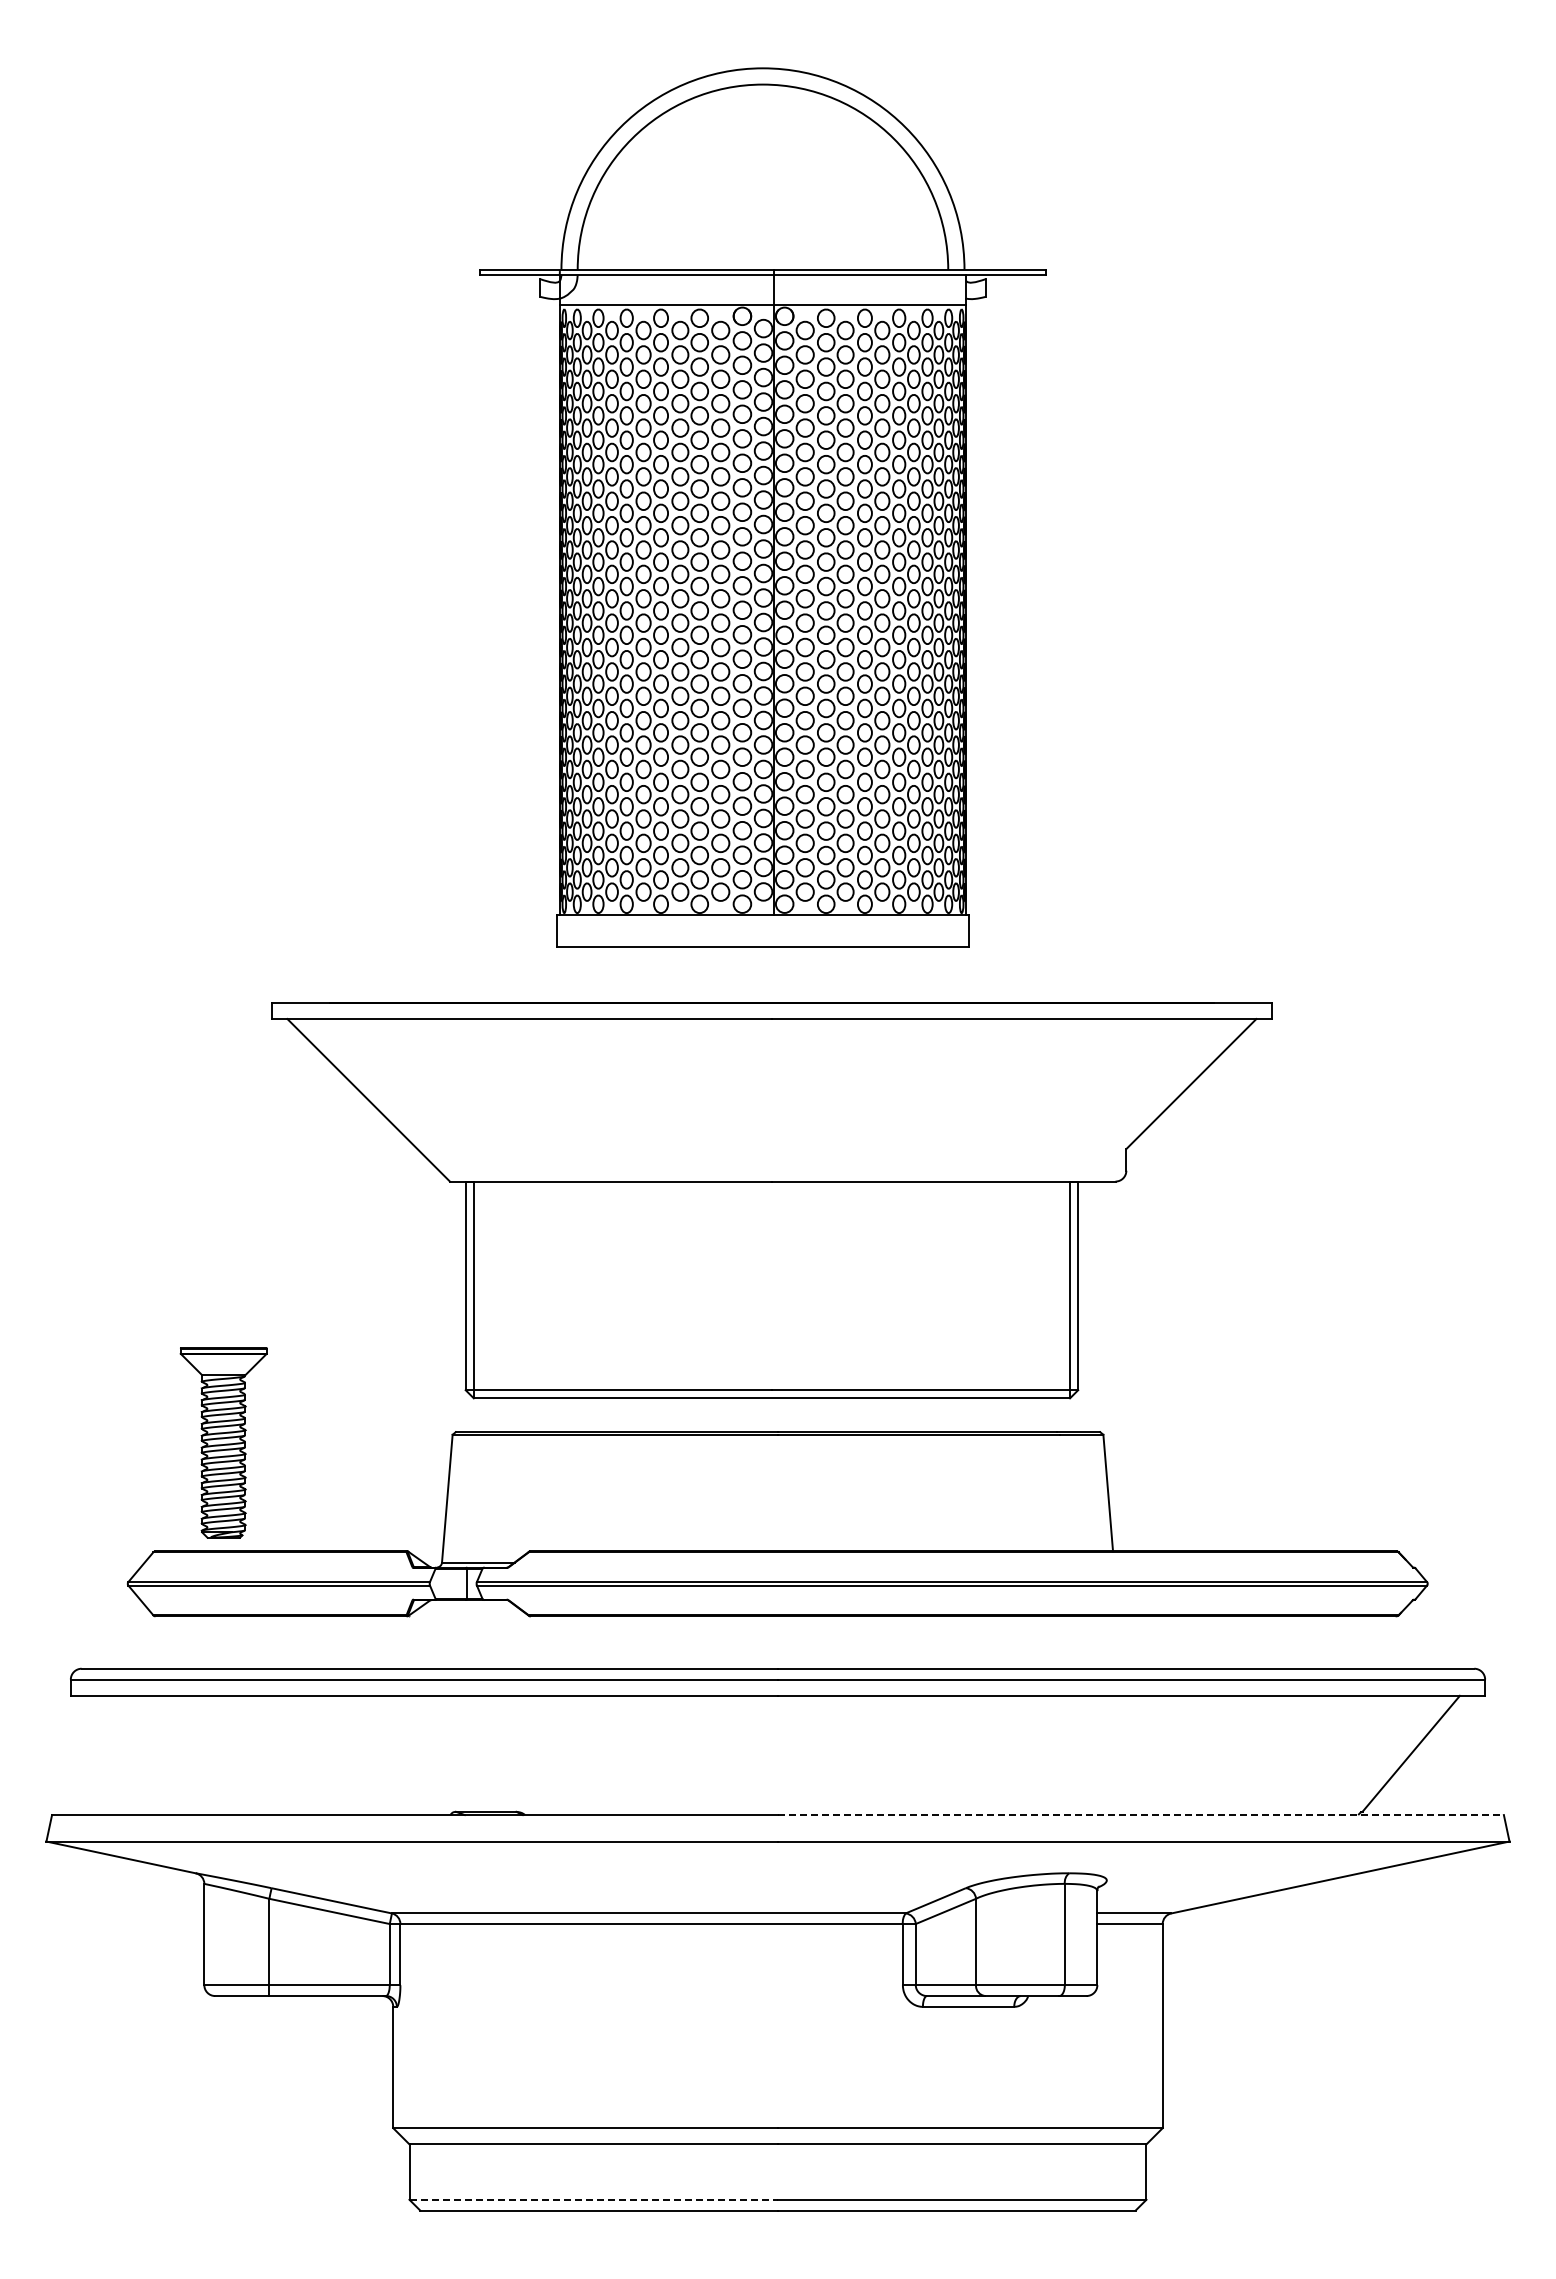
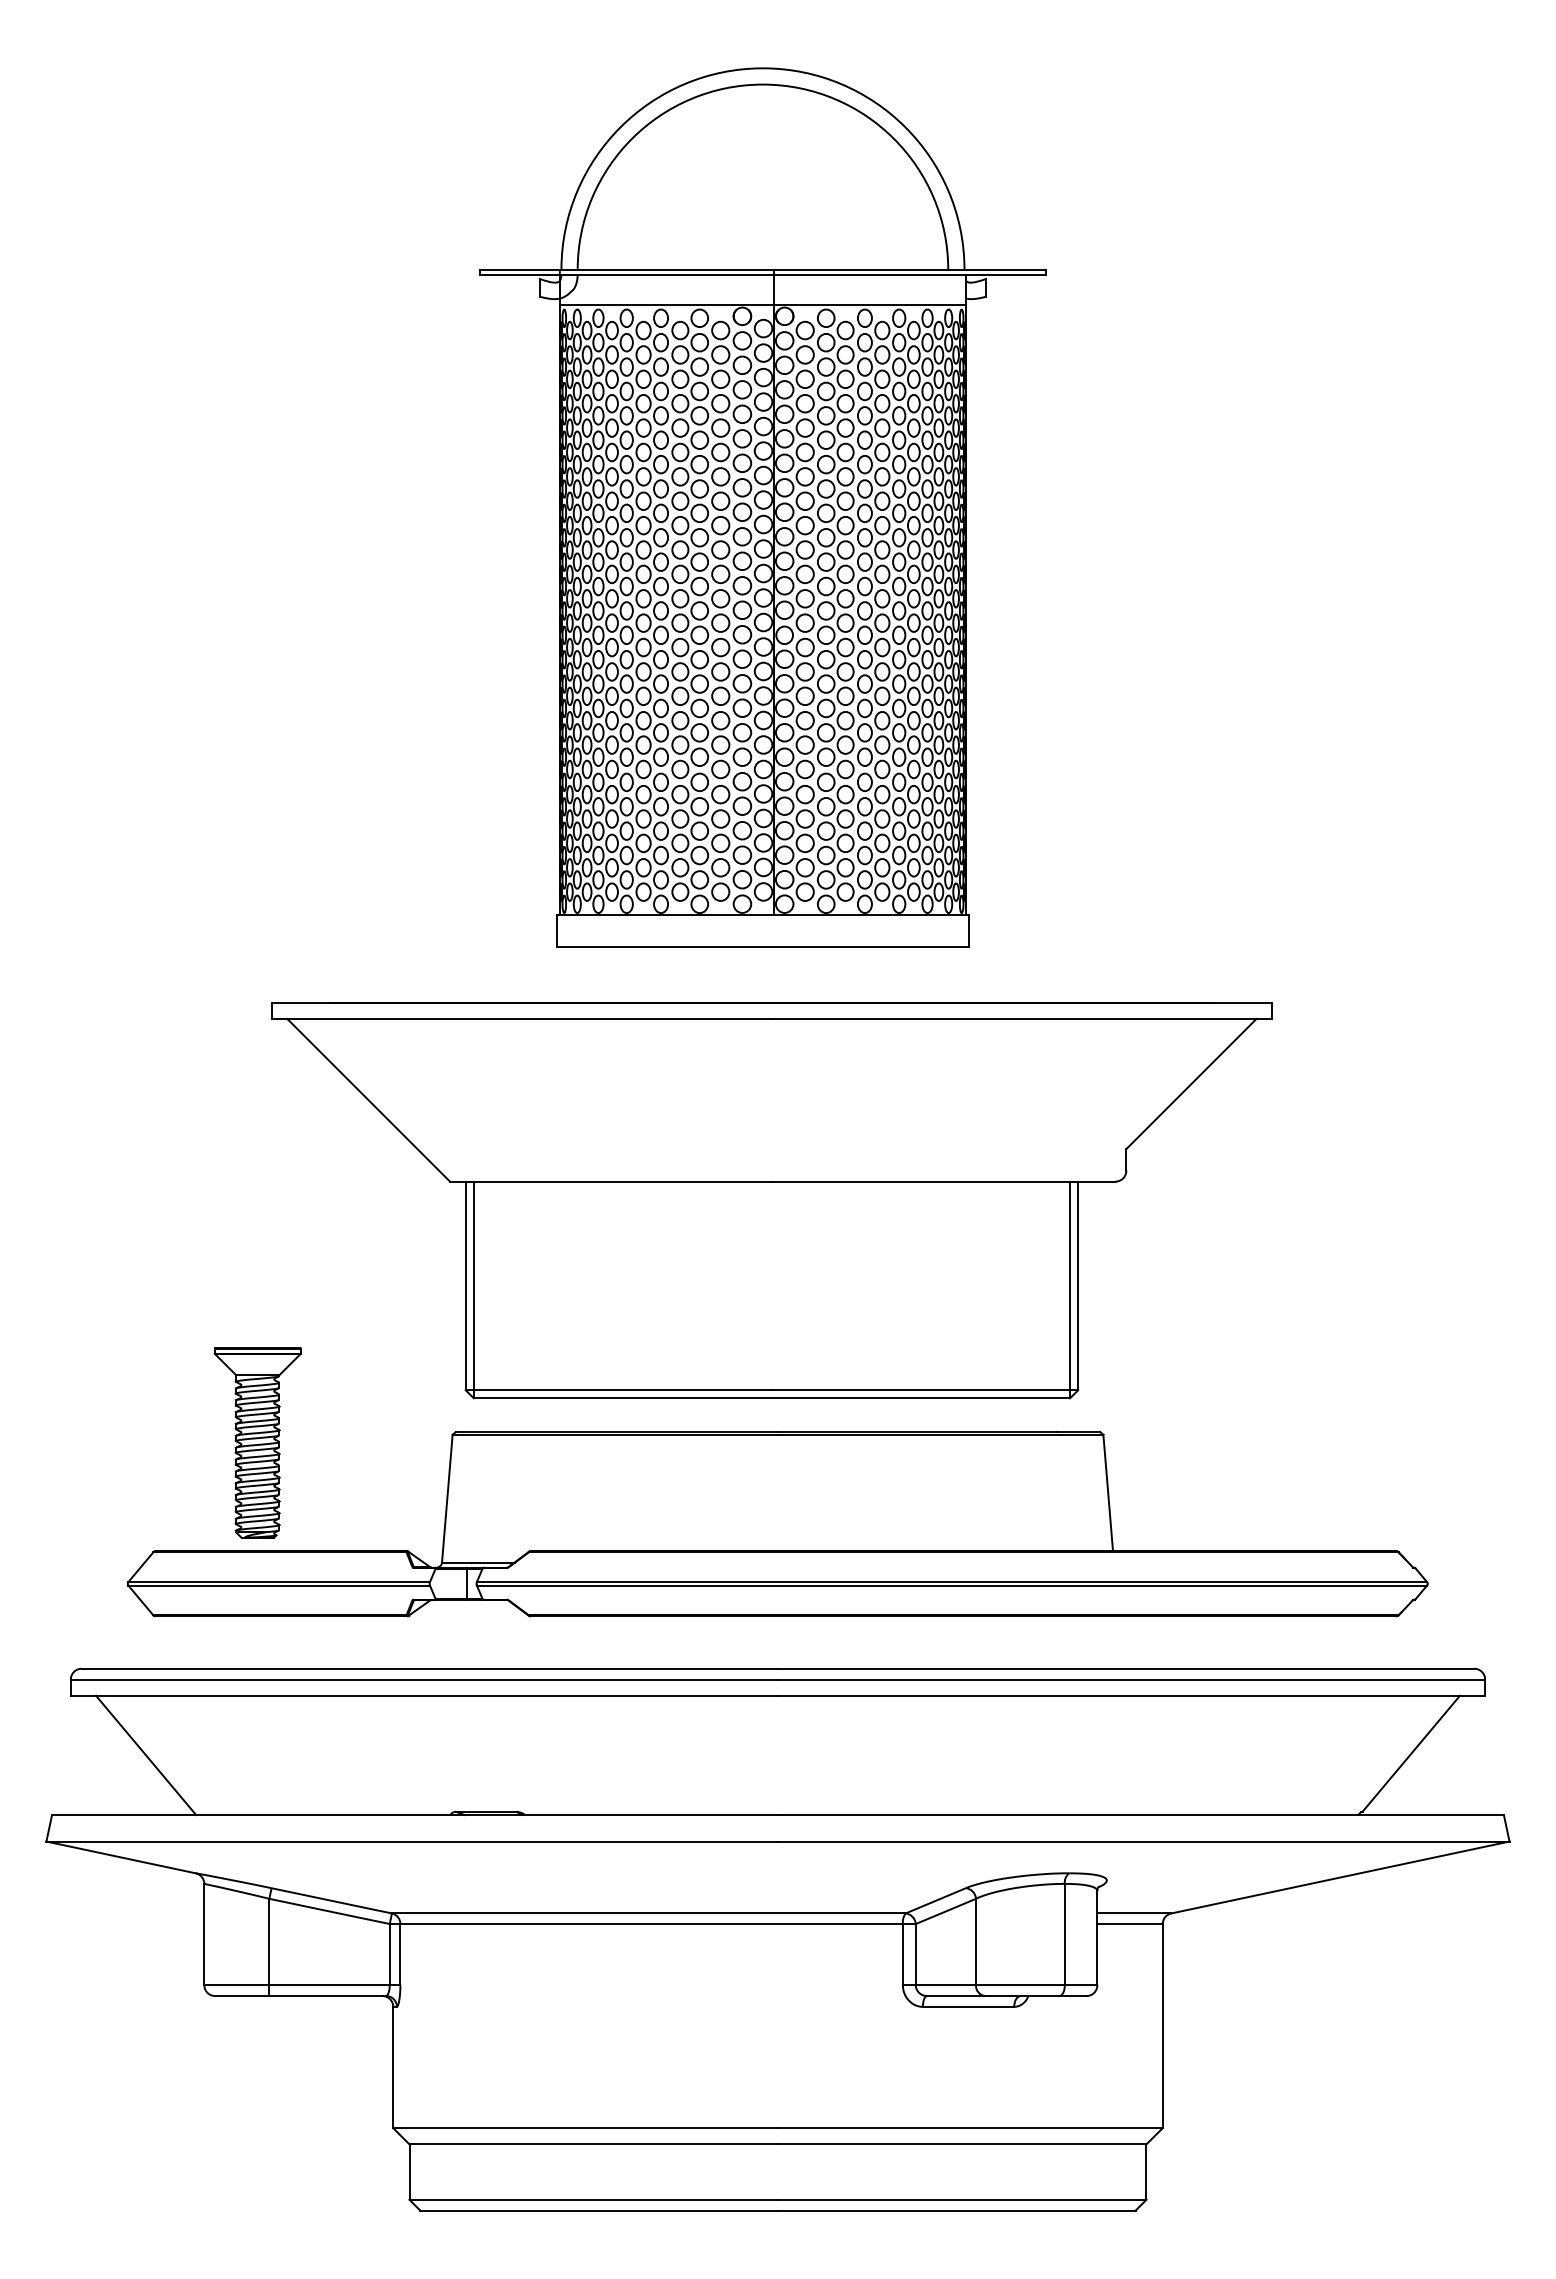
part at (223, 1442) position: (223, 1442) -> (257, 1442)
line at (146, 1755): none -> present
line at (1140, 1815): dashed -> solid
line at (594, 2199): dashed -> solid
